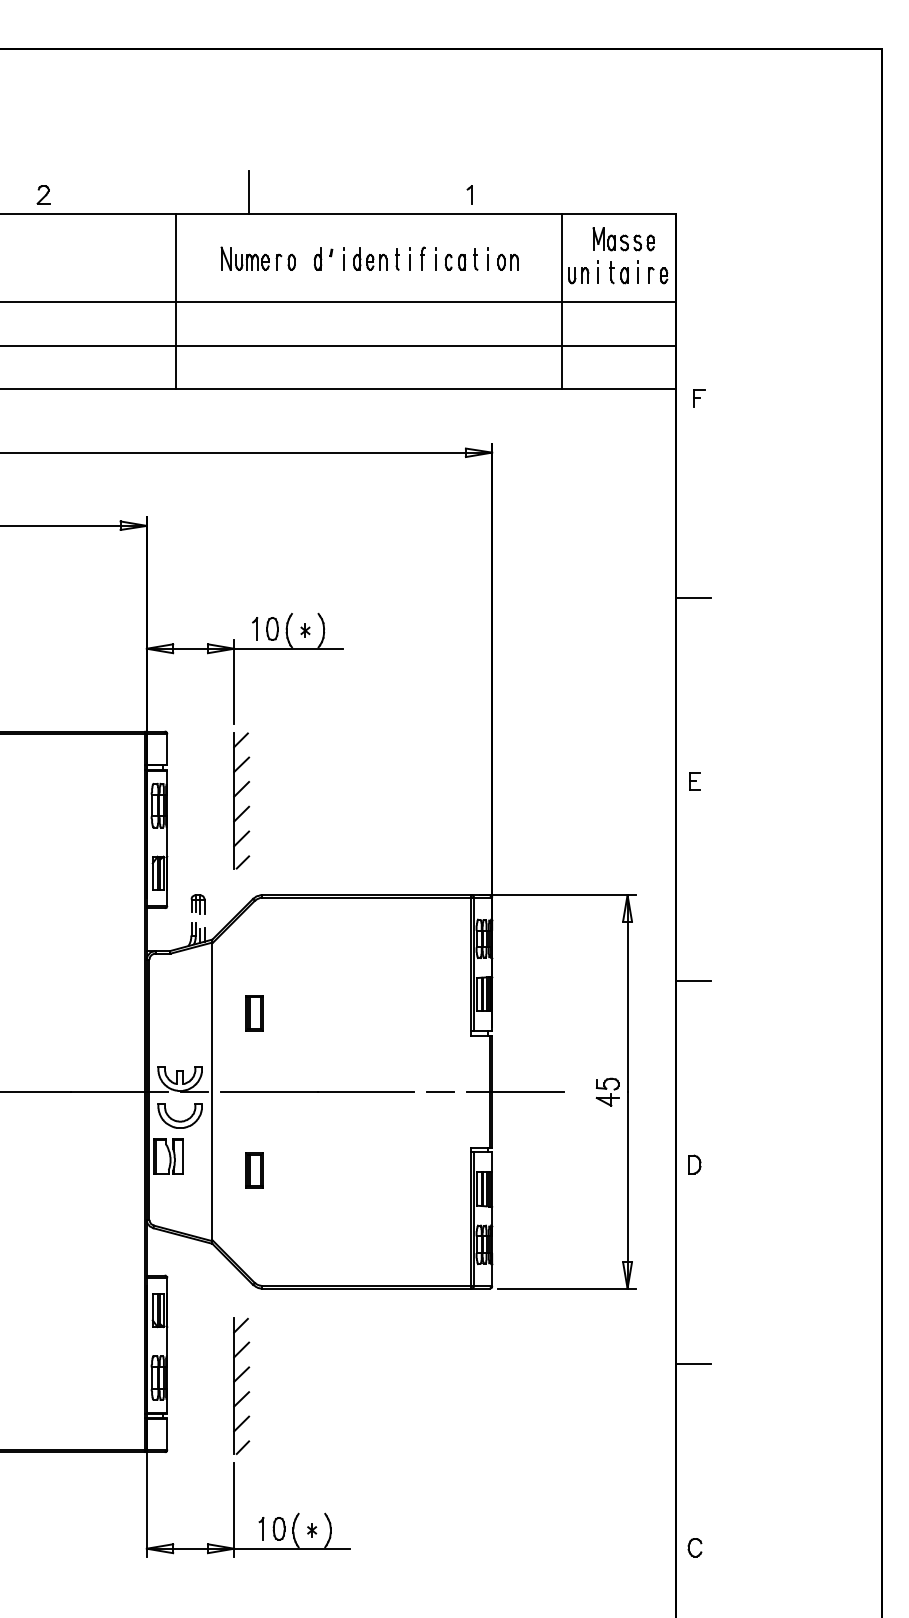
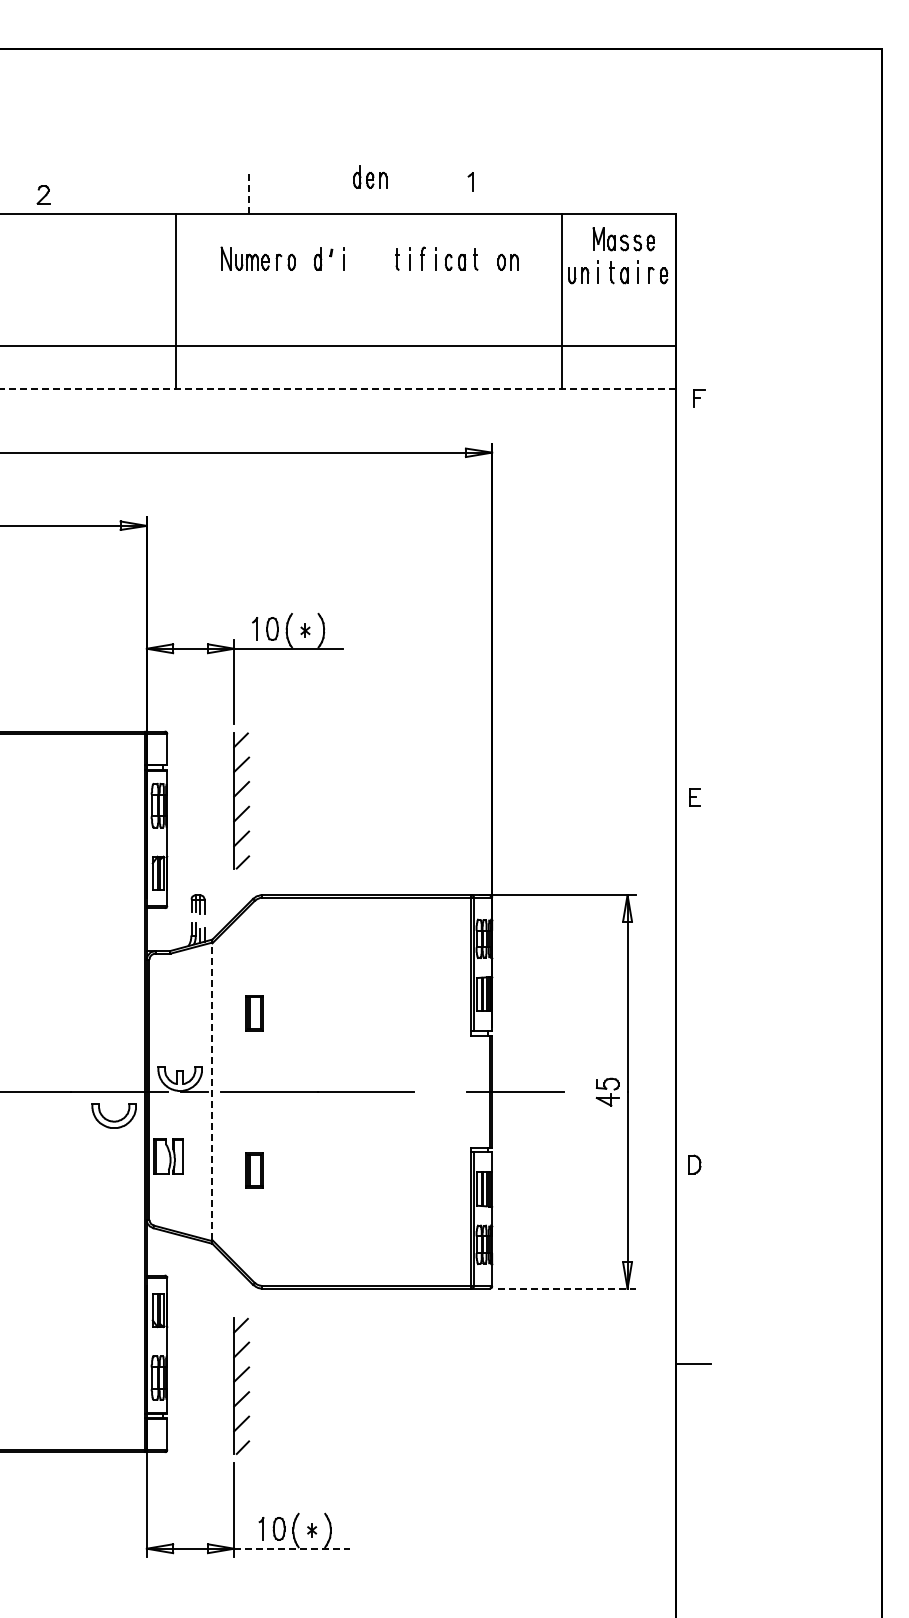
line at (249, 192): solid -> dashed
part at (469, 194) position: (469, 194) -> (470, 181)
part at (370, 258) position: (370, 258) -> (370, 176)
line at (487, 258): present -> none
line at (339, 301): present -> none
line at (338, 389): solid -> dashed
line at (693, 597): present -> none
part at (694, 781) position: (694, 781) -> (694, 797)
line at (693, 980): present -> none
line at (212, 1091): solid -> dashed
line at (440, 1091): present -> none
part at (179, 1115) position: (179, 1115) -> (113, 1115)
line at (567, 1288): solid -> dashed
part at (694, 1547): present -> none
line at (292, 1548): solid -> dashed
